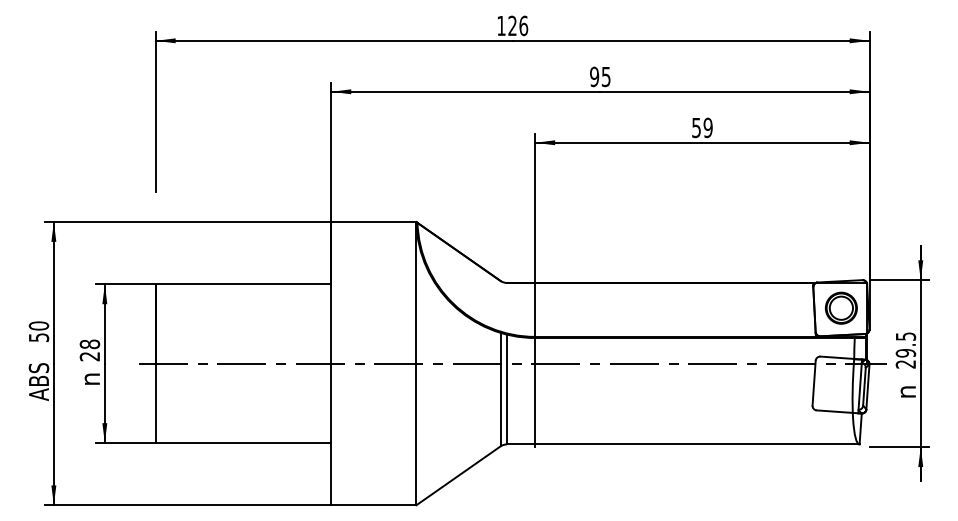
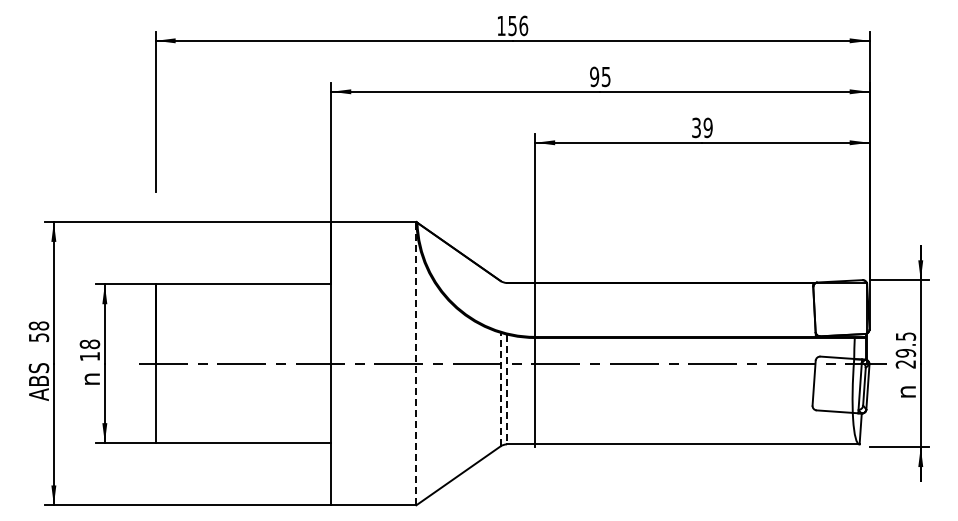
text at (512, 25): 126 -> 156
text at (696, 127): 59 -> 39
part at (840, 307): present -> none
text at (38, 325): 50 -> 58
text at (89, 356): 28 -> 18
line at (416, 363): solid -> dashed
line at (500, 389): solid -> dashed
line at (507, 389): solid -> dashed
